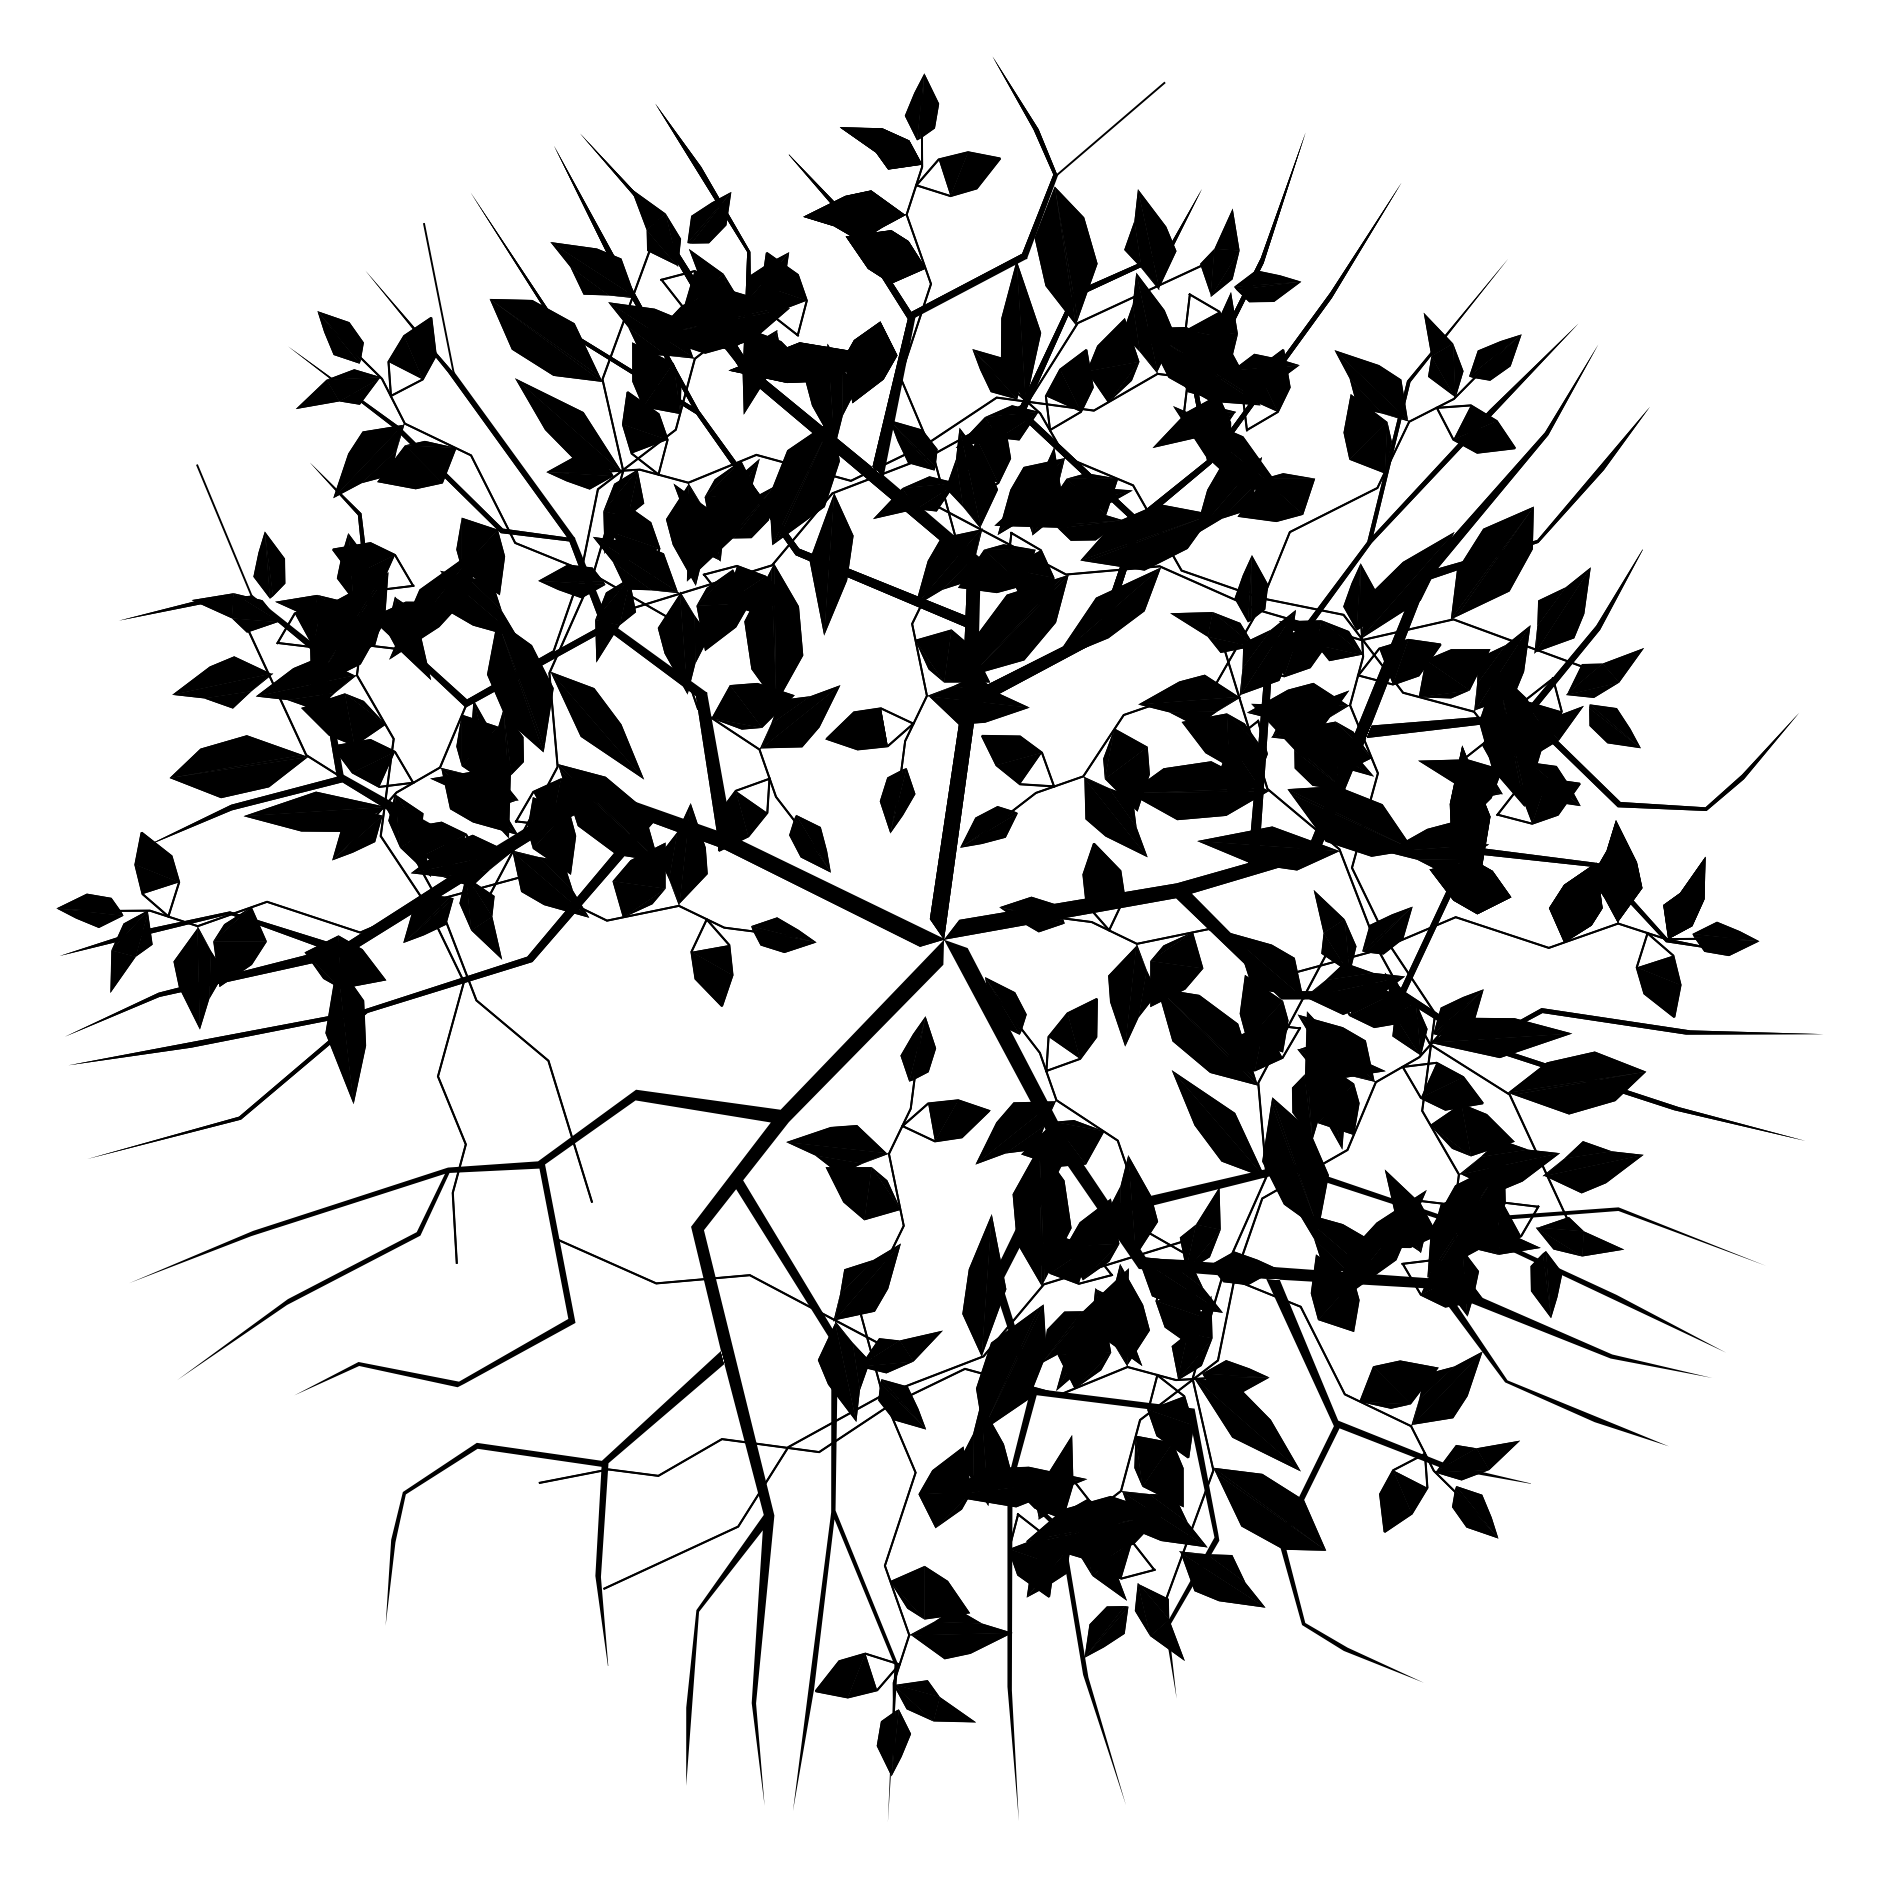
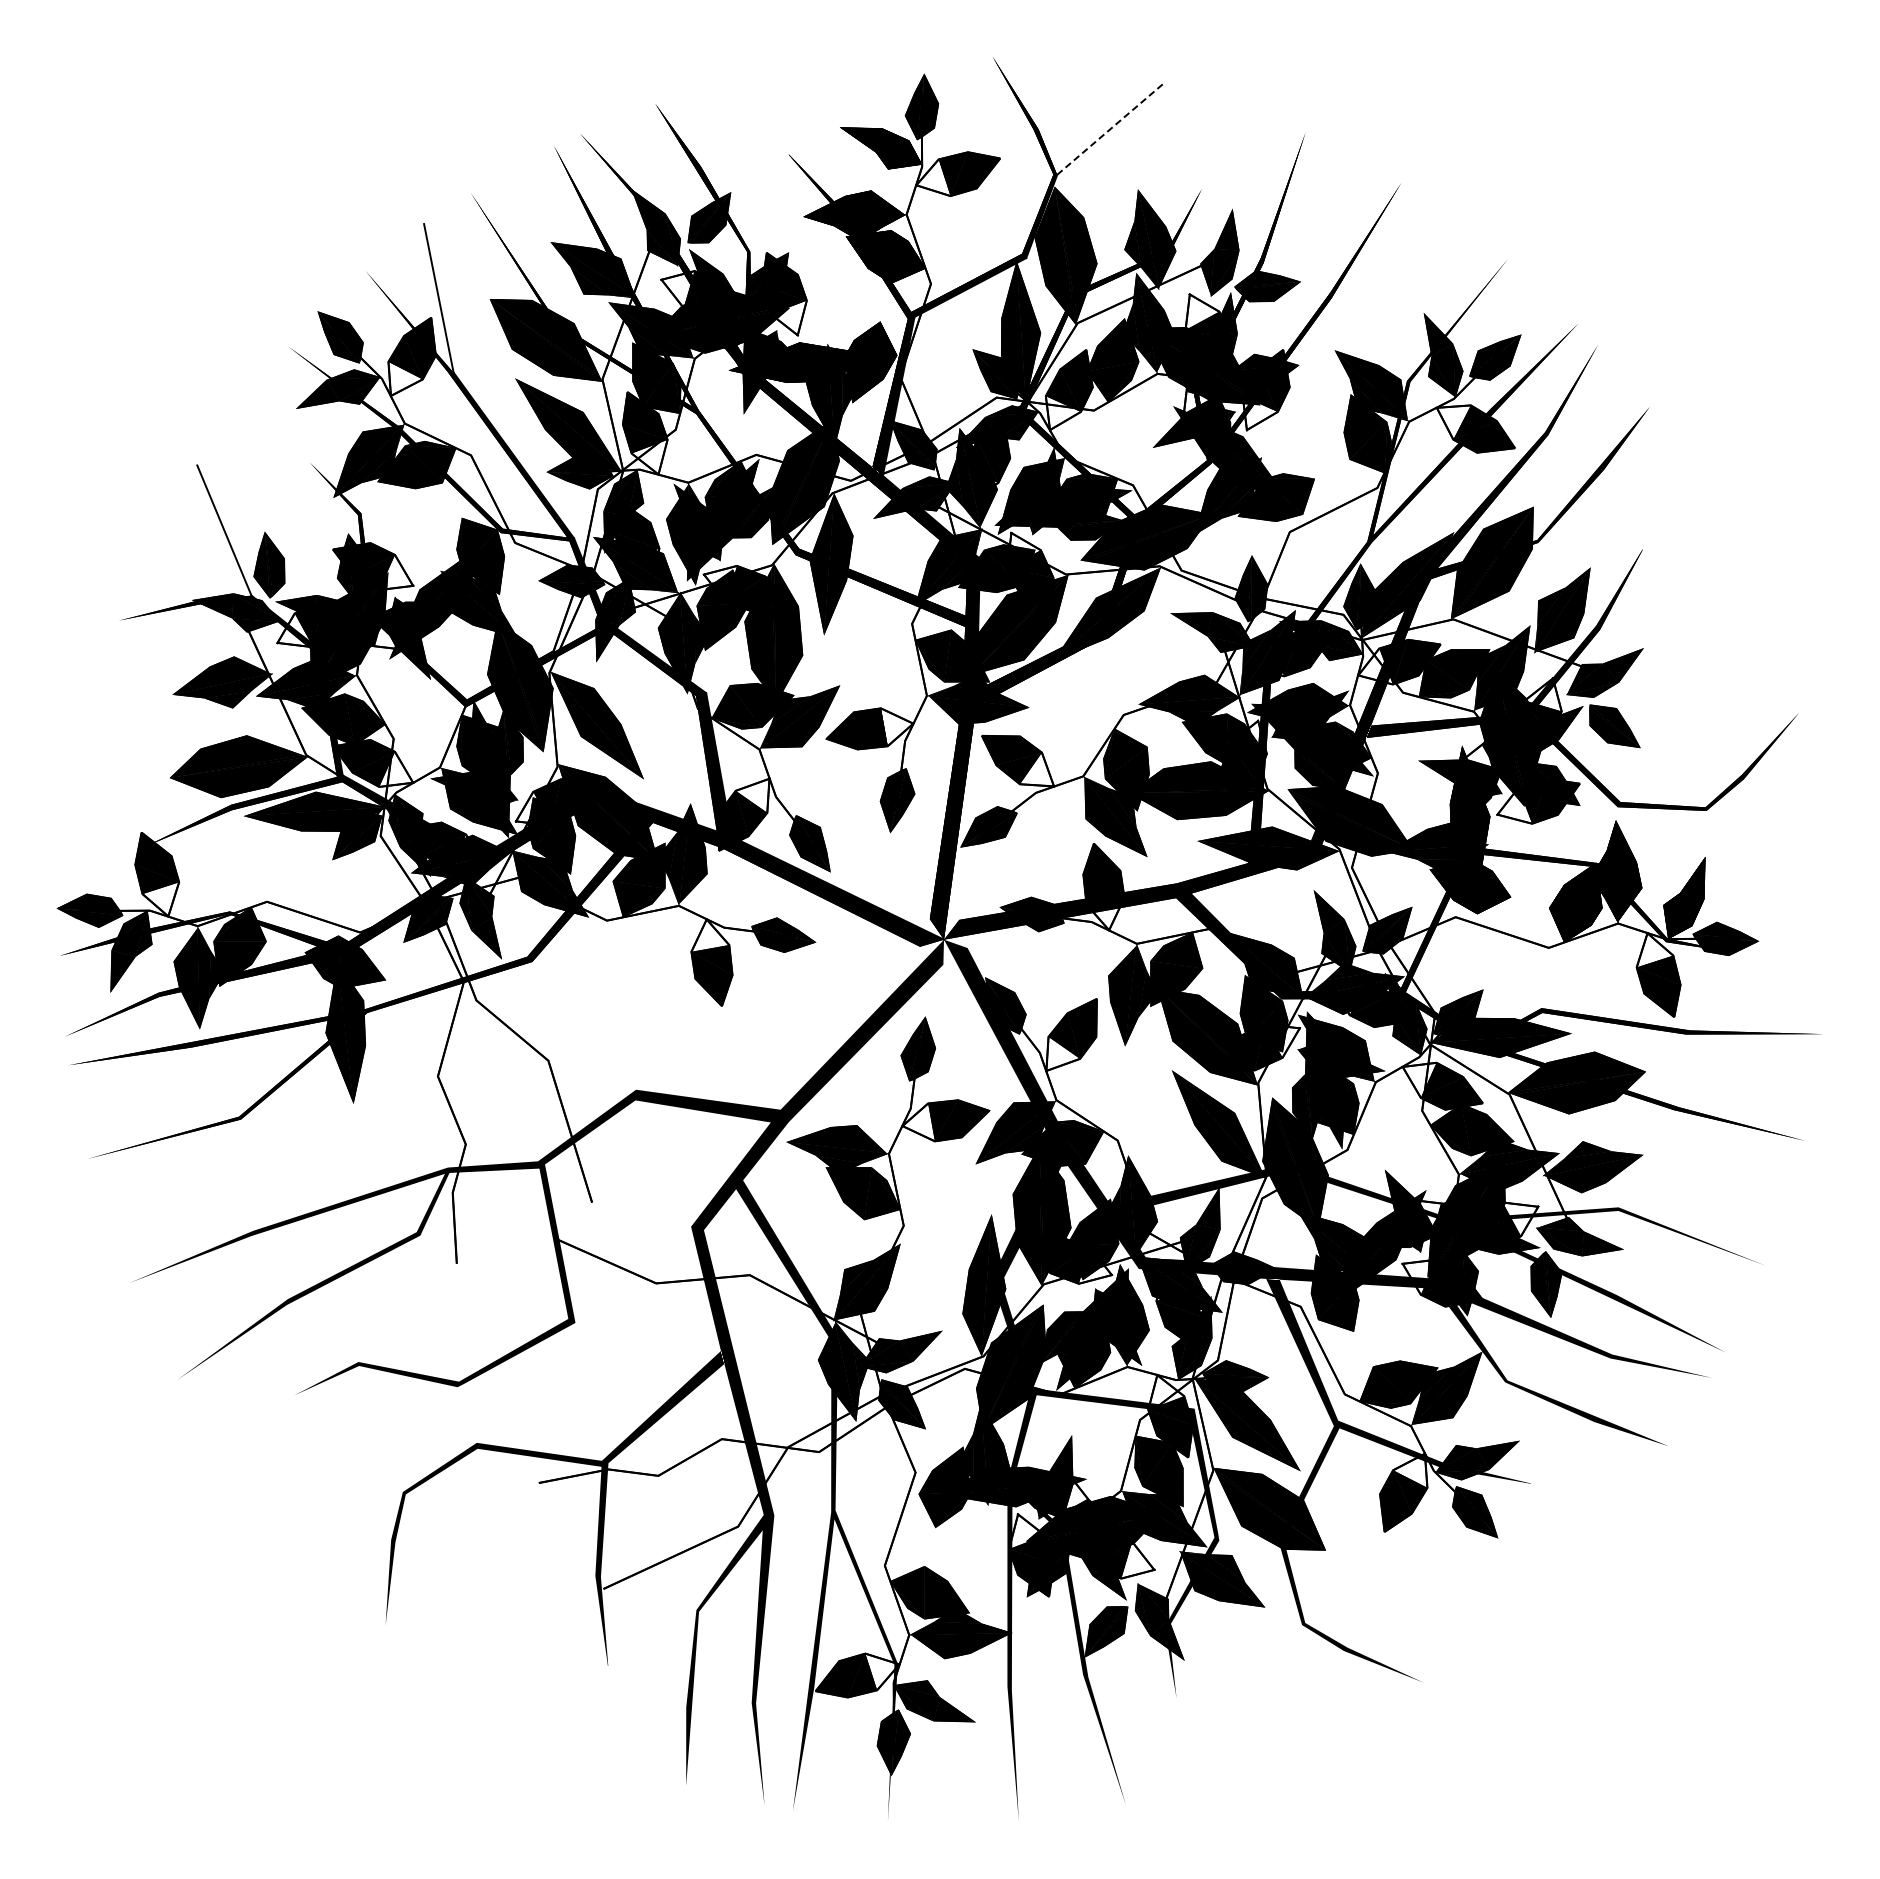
line at (1110, 128): solid -> dashed
